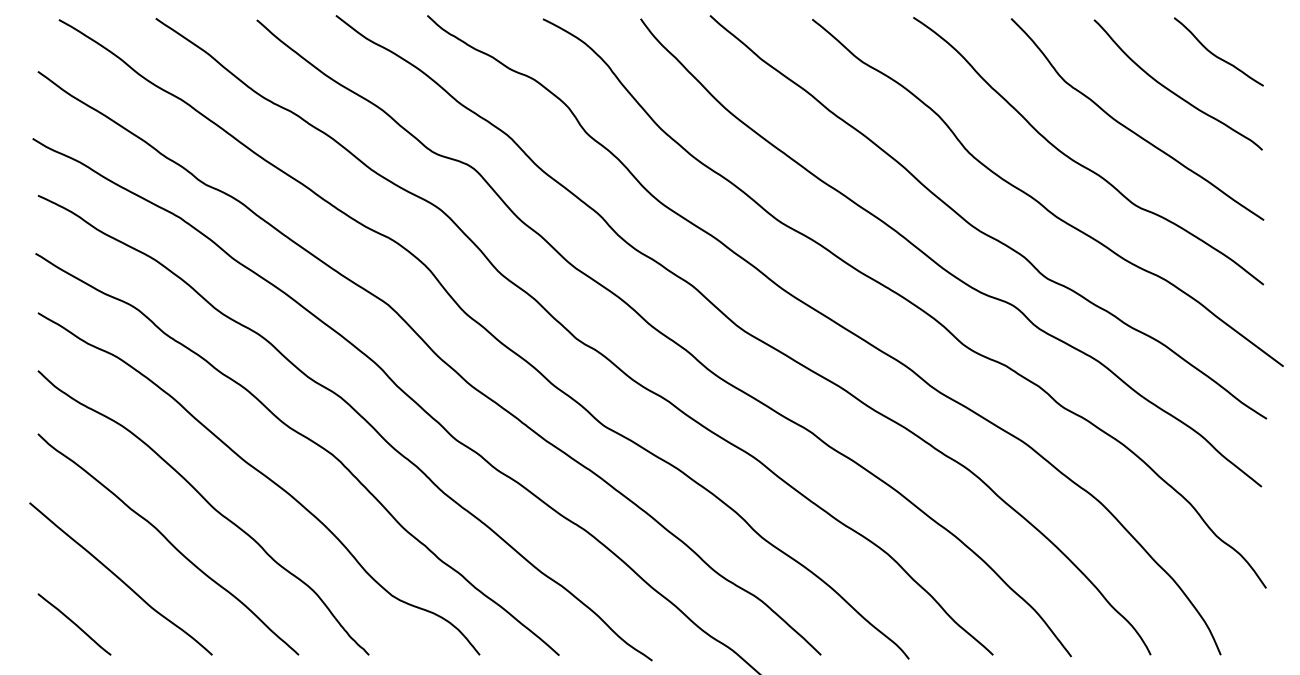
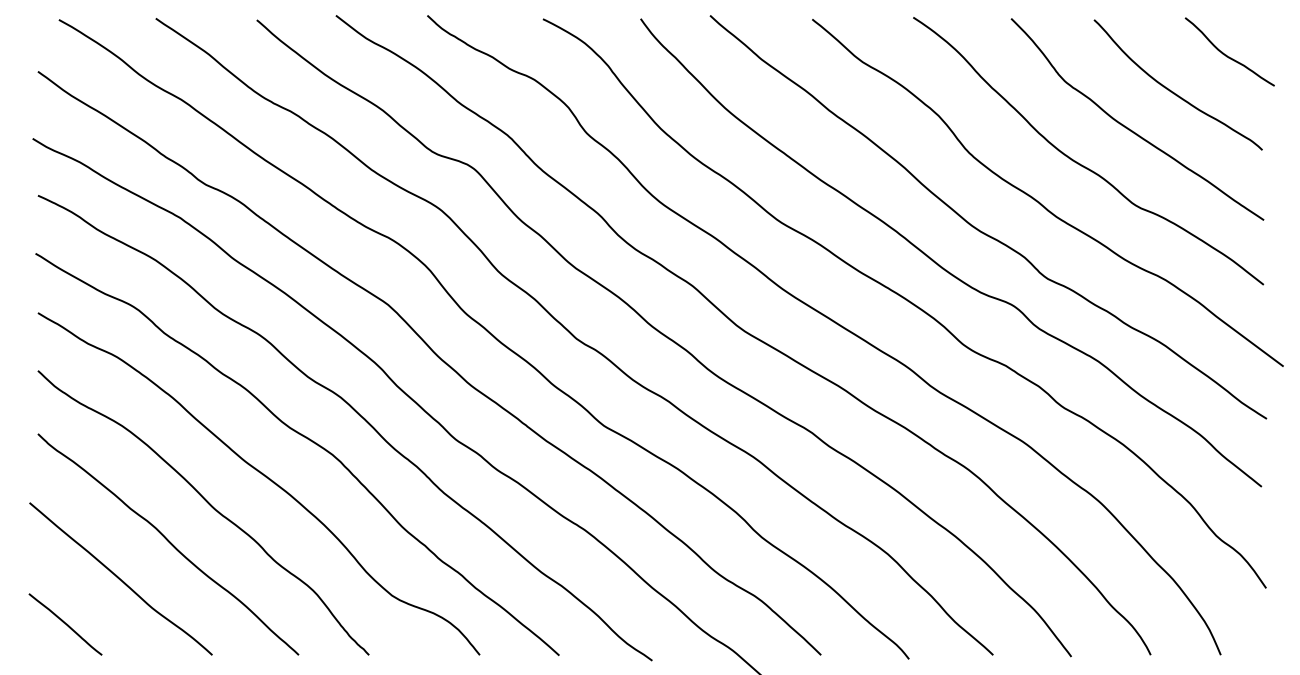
curve at (1215, 54) position: (1215, 54) -> (1226, 54)
curve at (74, 624) position: (74, 624) -> (65, 624)
